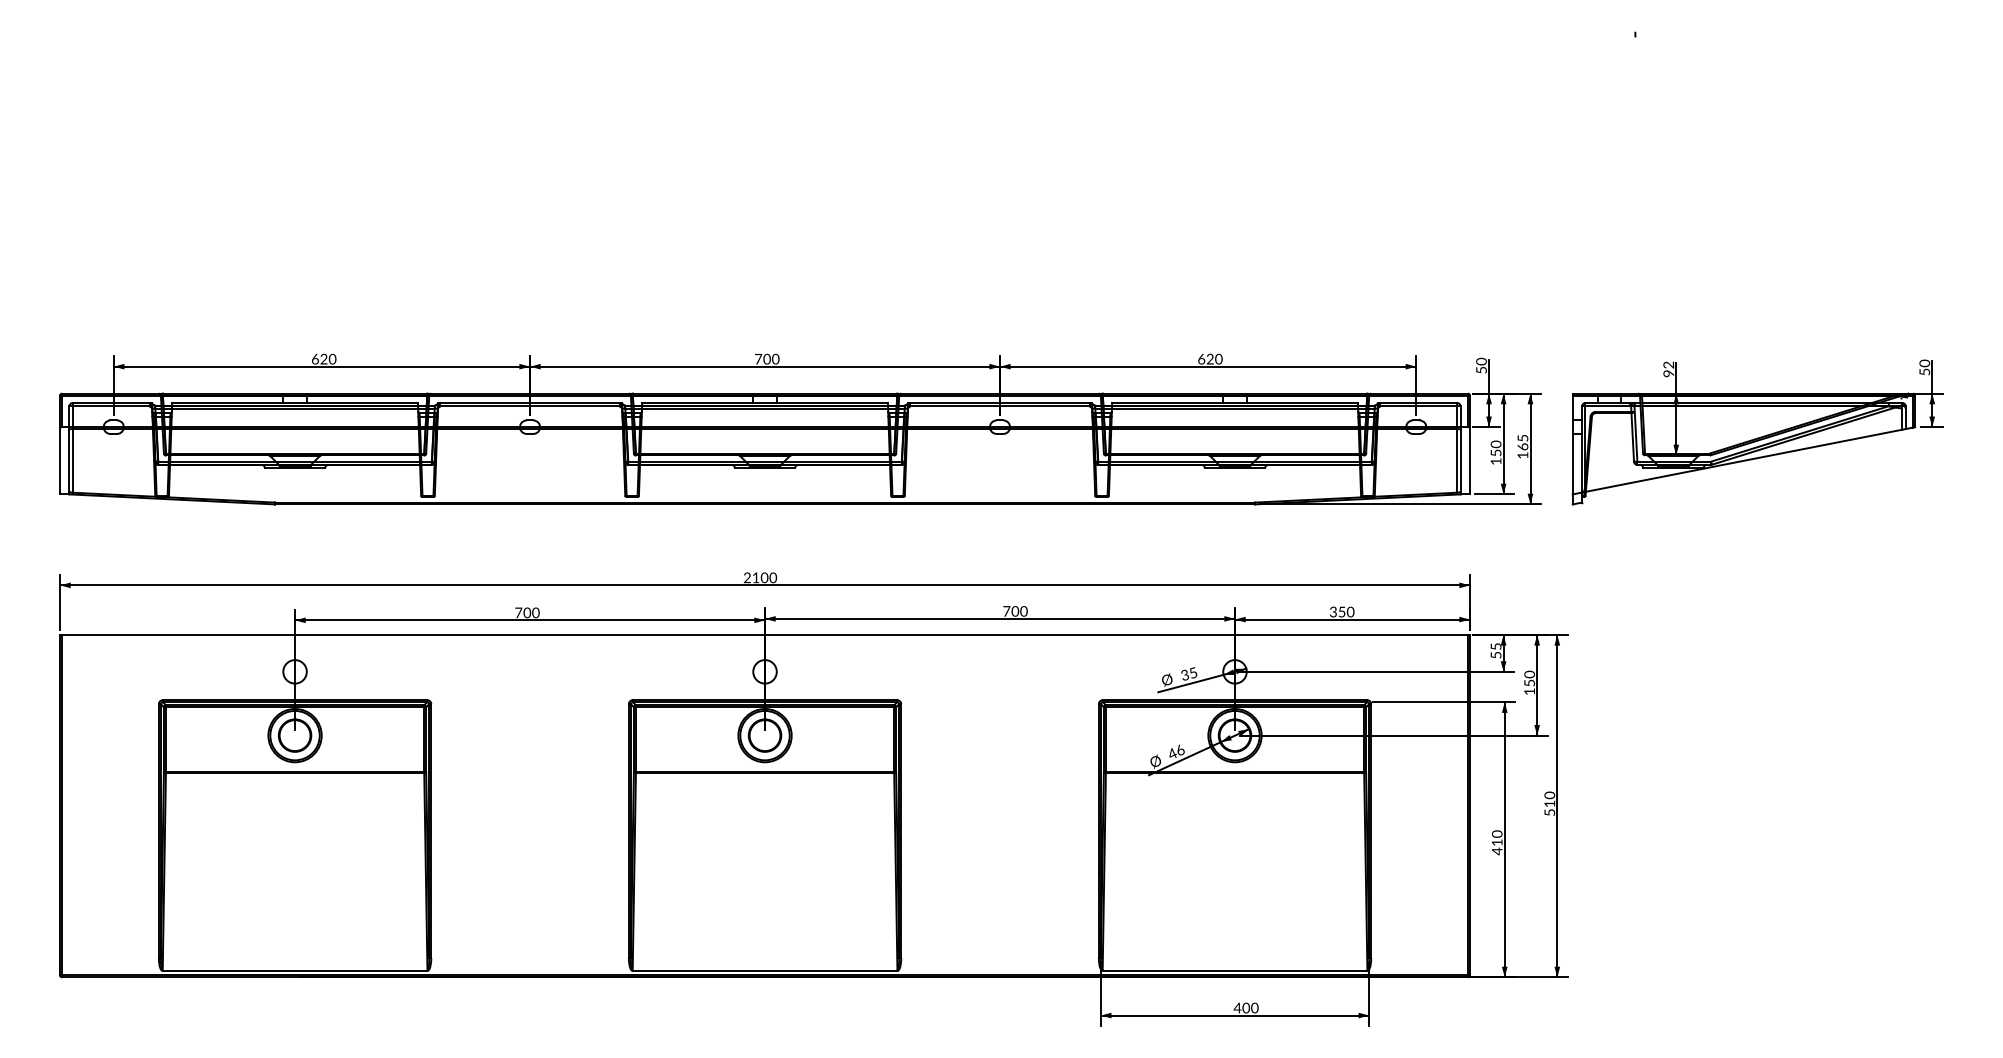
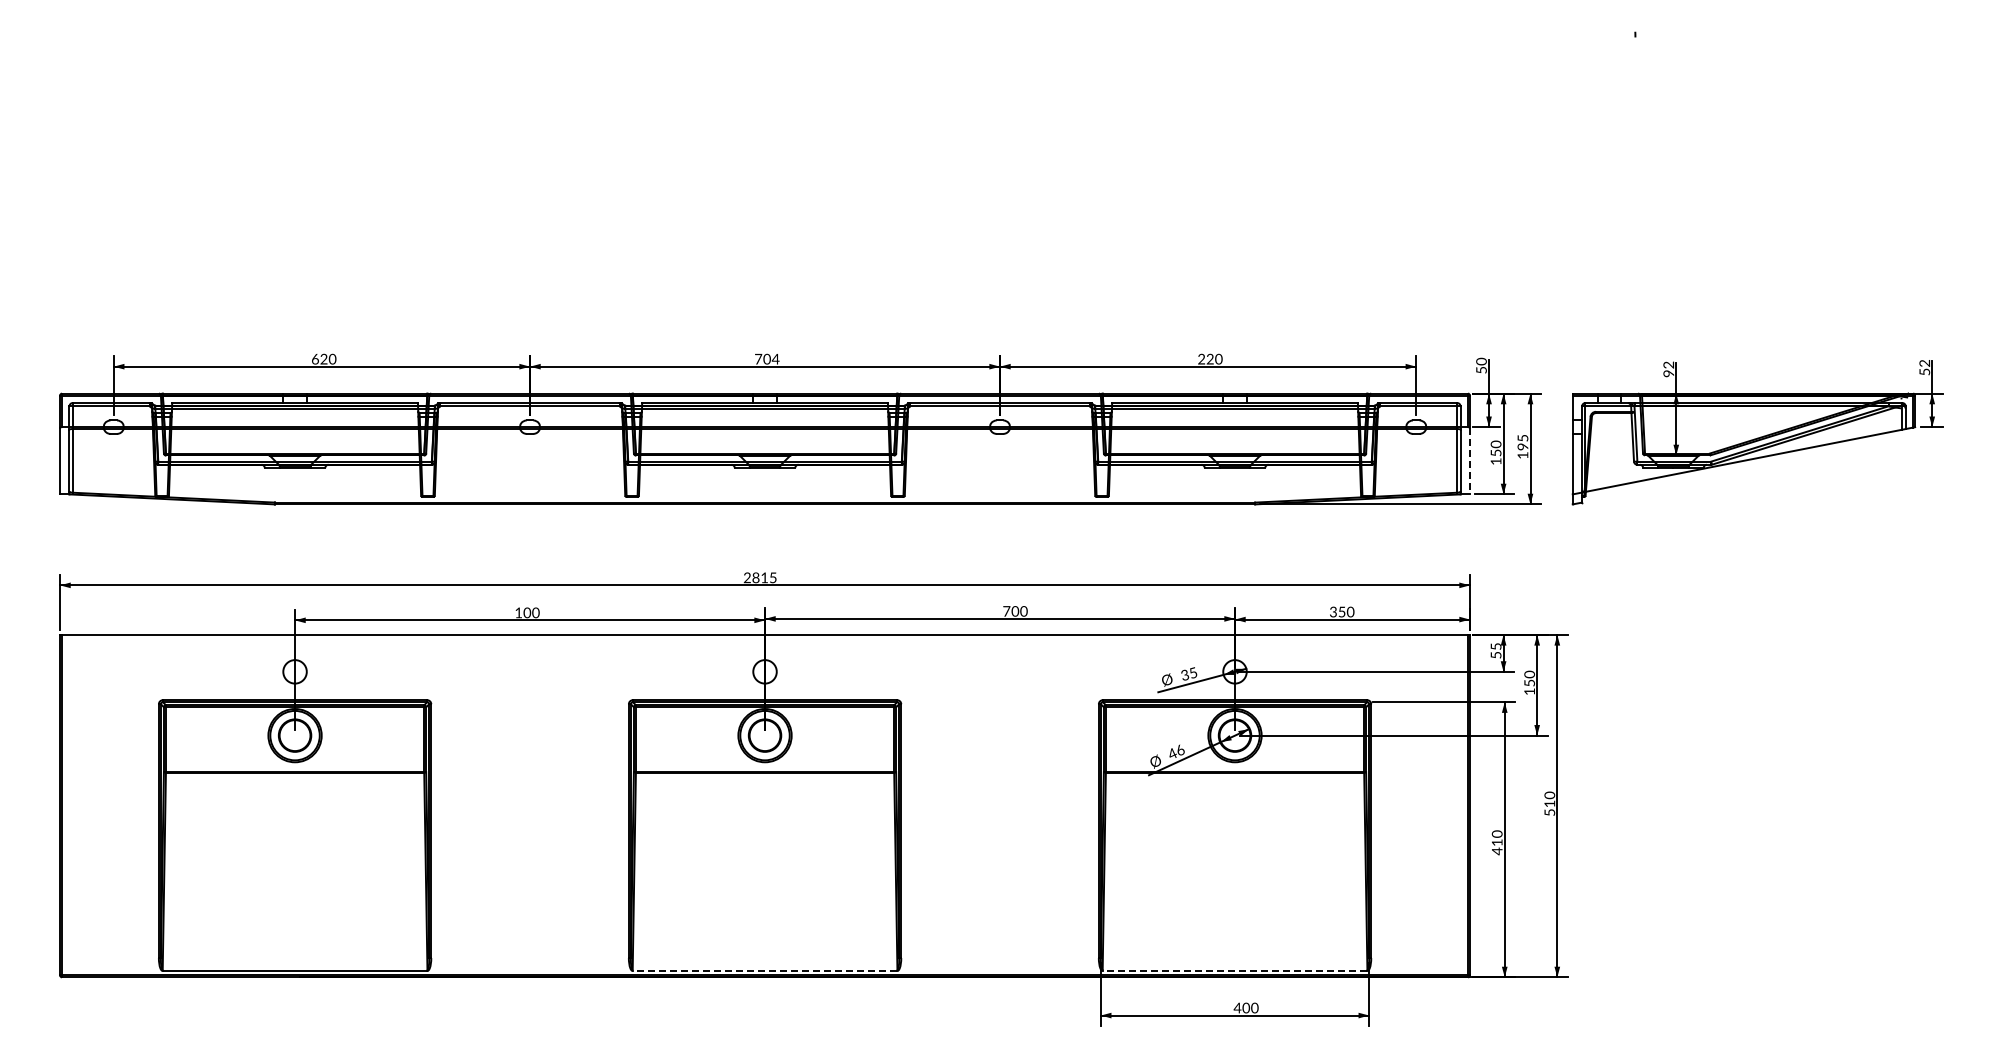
text at (775, 358): 700 -> 704
text at (1201, 358): 620 -> 220
text at (1926, 363): 50 -> 52
text at (1522, 446): 165 -> 195
line at (1470, 461): solid -> dashed
text at (764, 577): 2100 -> 2815
text at (518, 612): 700 -> 100
line at (764, 970): solid -> dashed
line at (1234, 970): solid -> dashed
